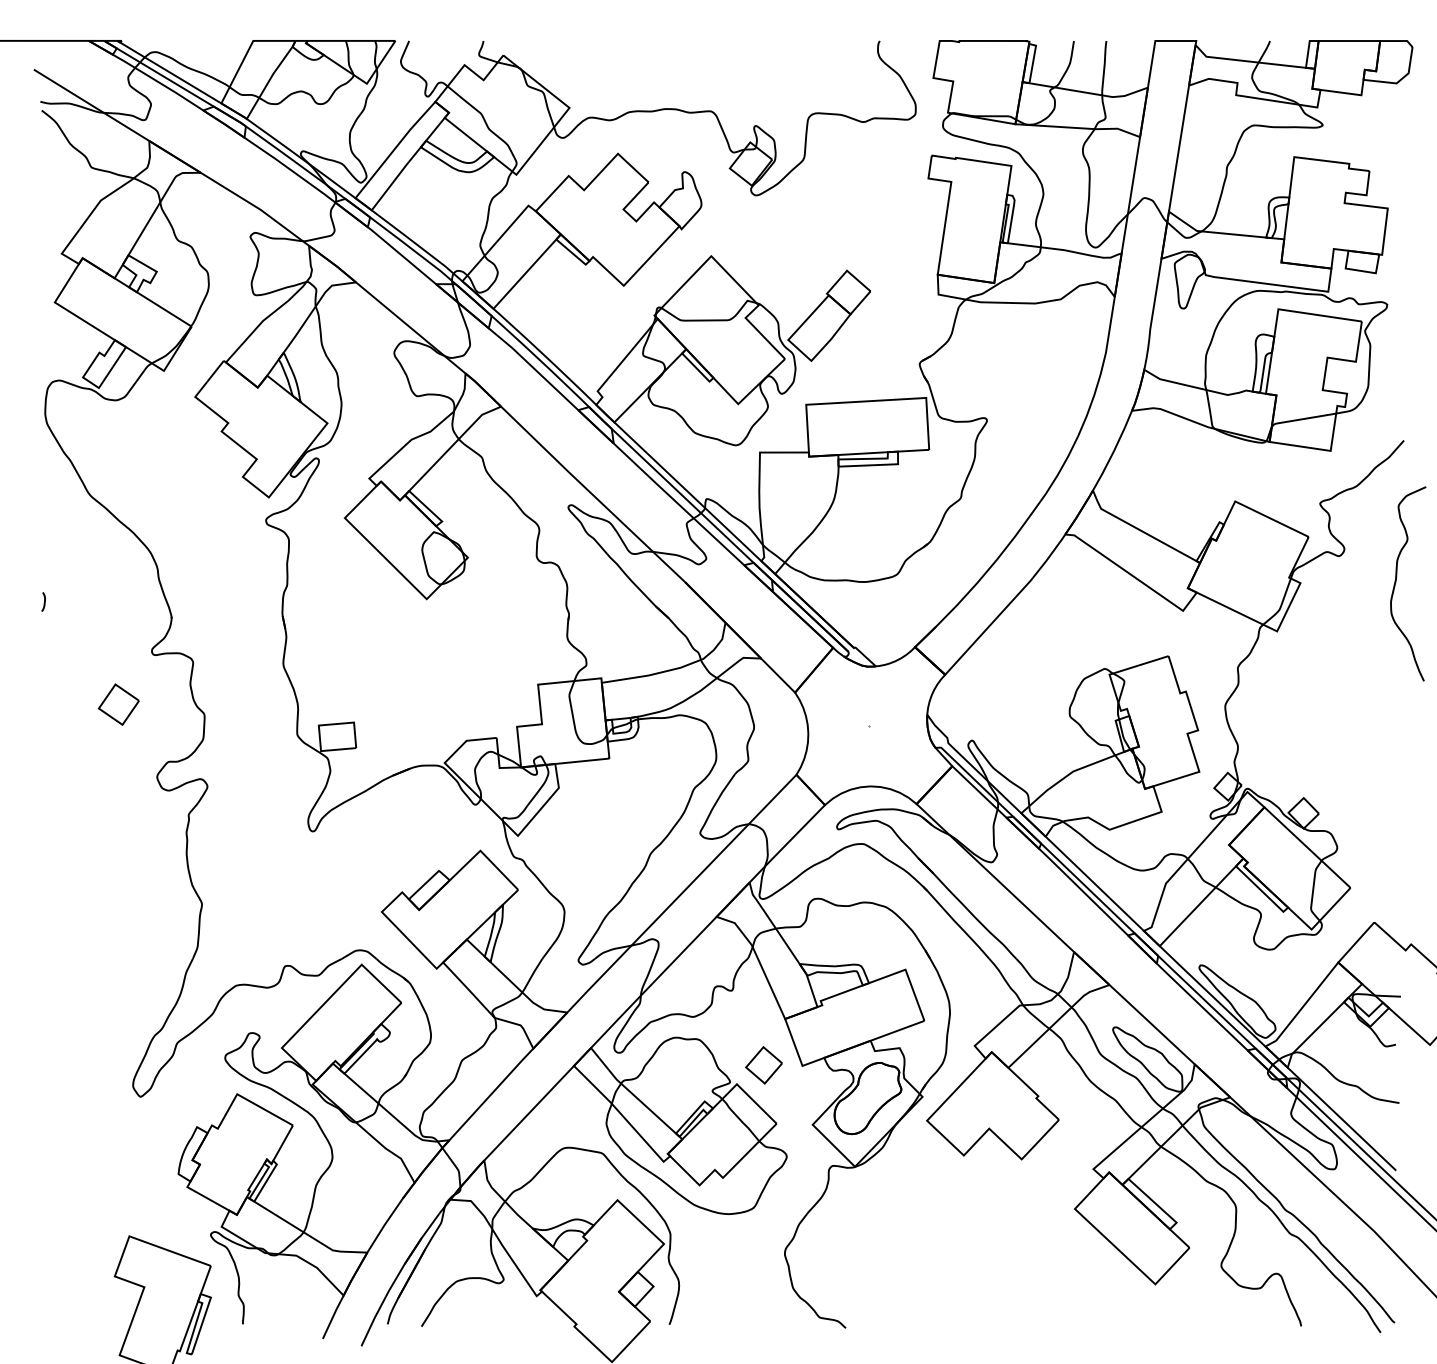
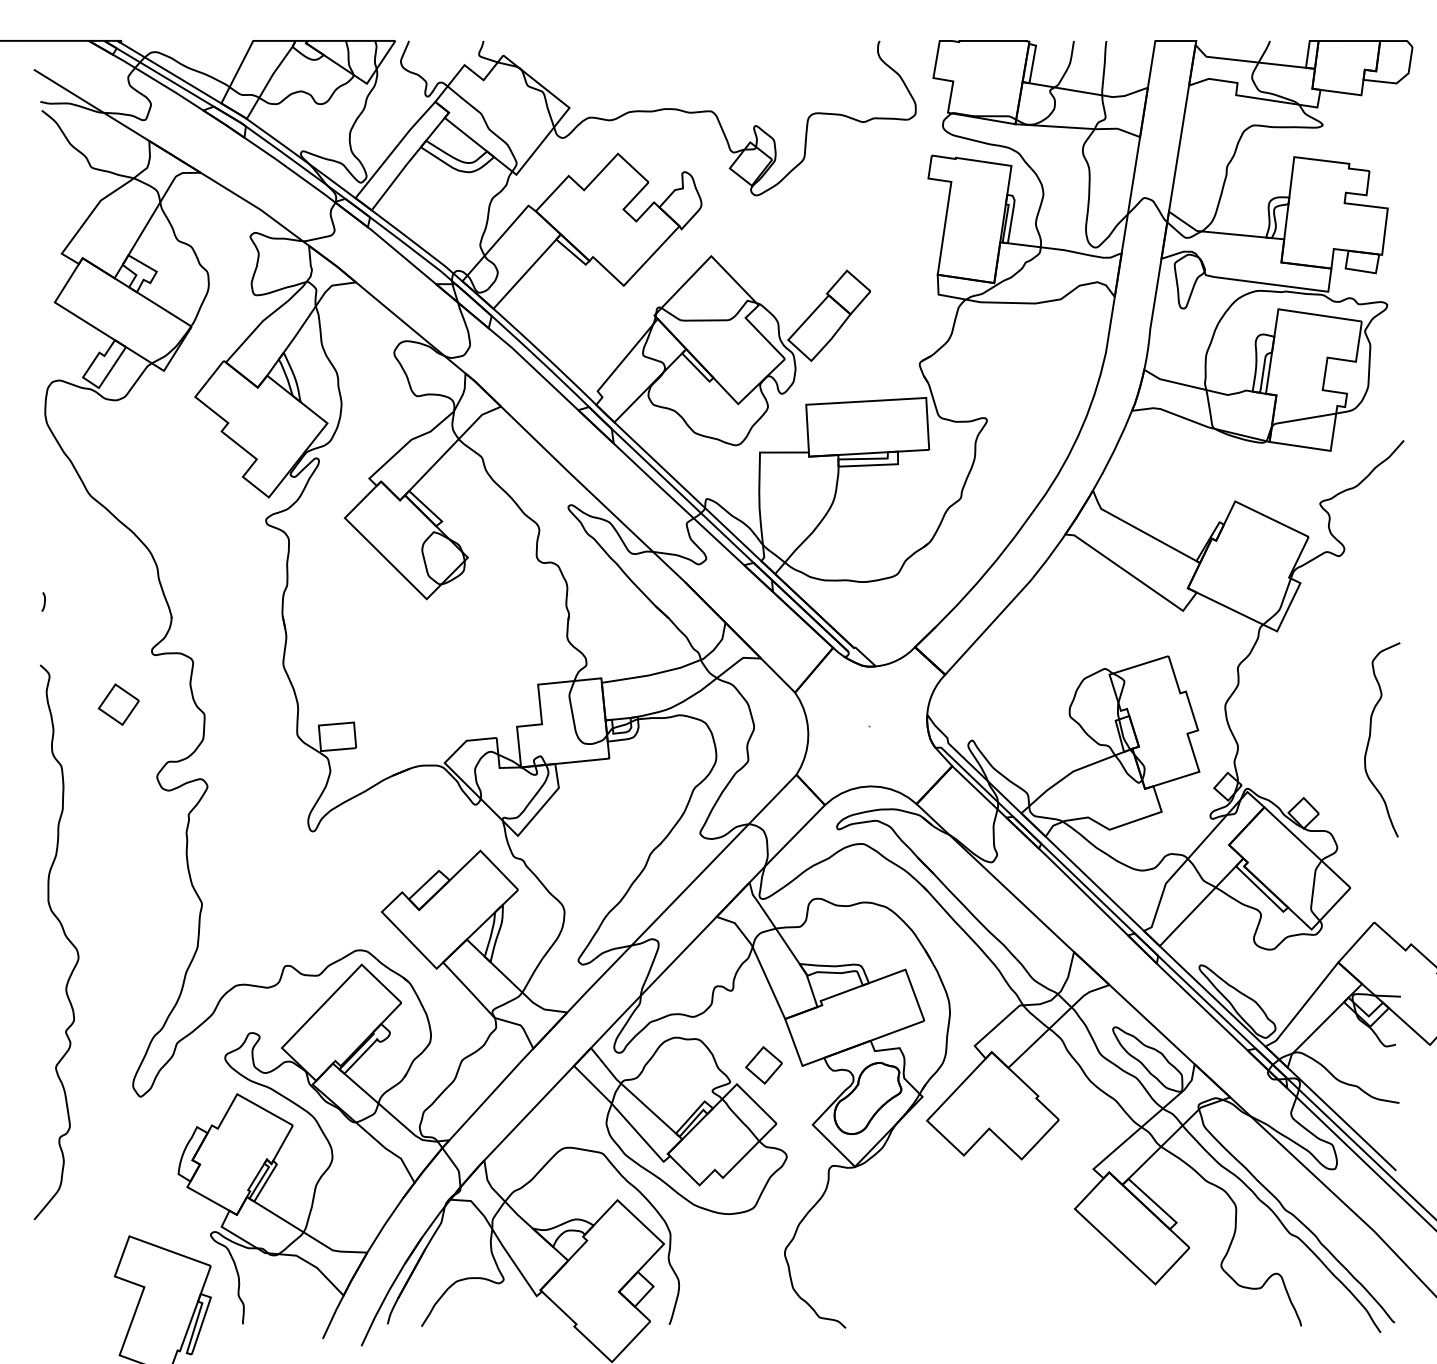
curve at (1396, 582) position: (1396, 582) -> (1370, 738)
part at (65, 937): none -> present
